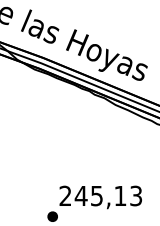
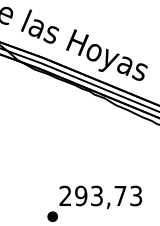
text at (100, 195): 245,13 -> 293,73
